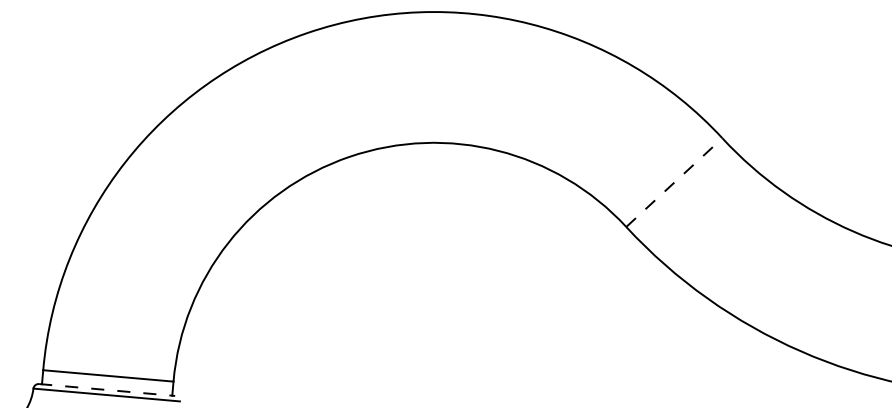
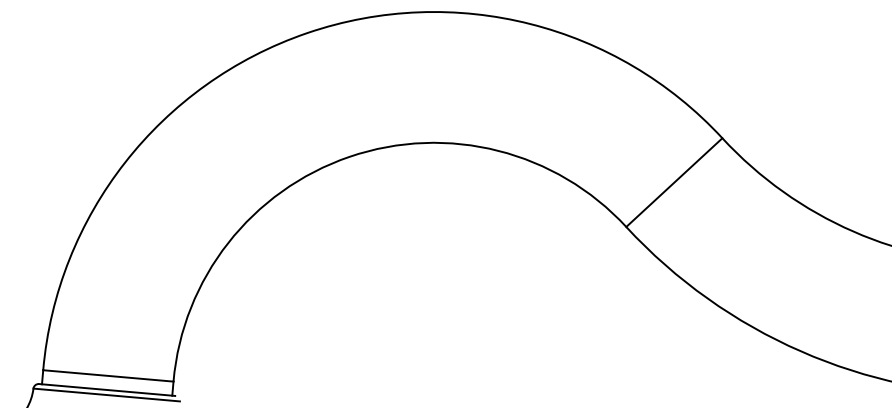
line at (674, 182): dashed -> solid
line at (107, 390): dashed -> solid
